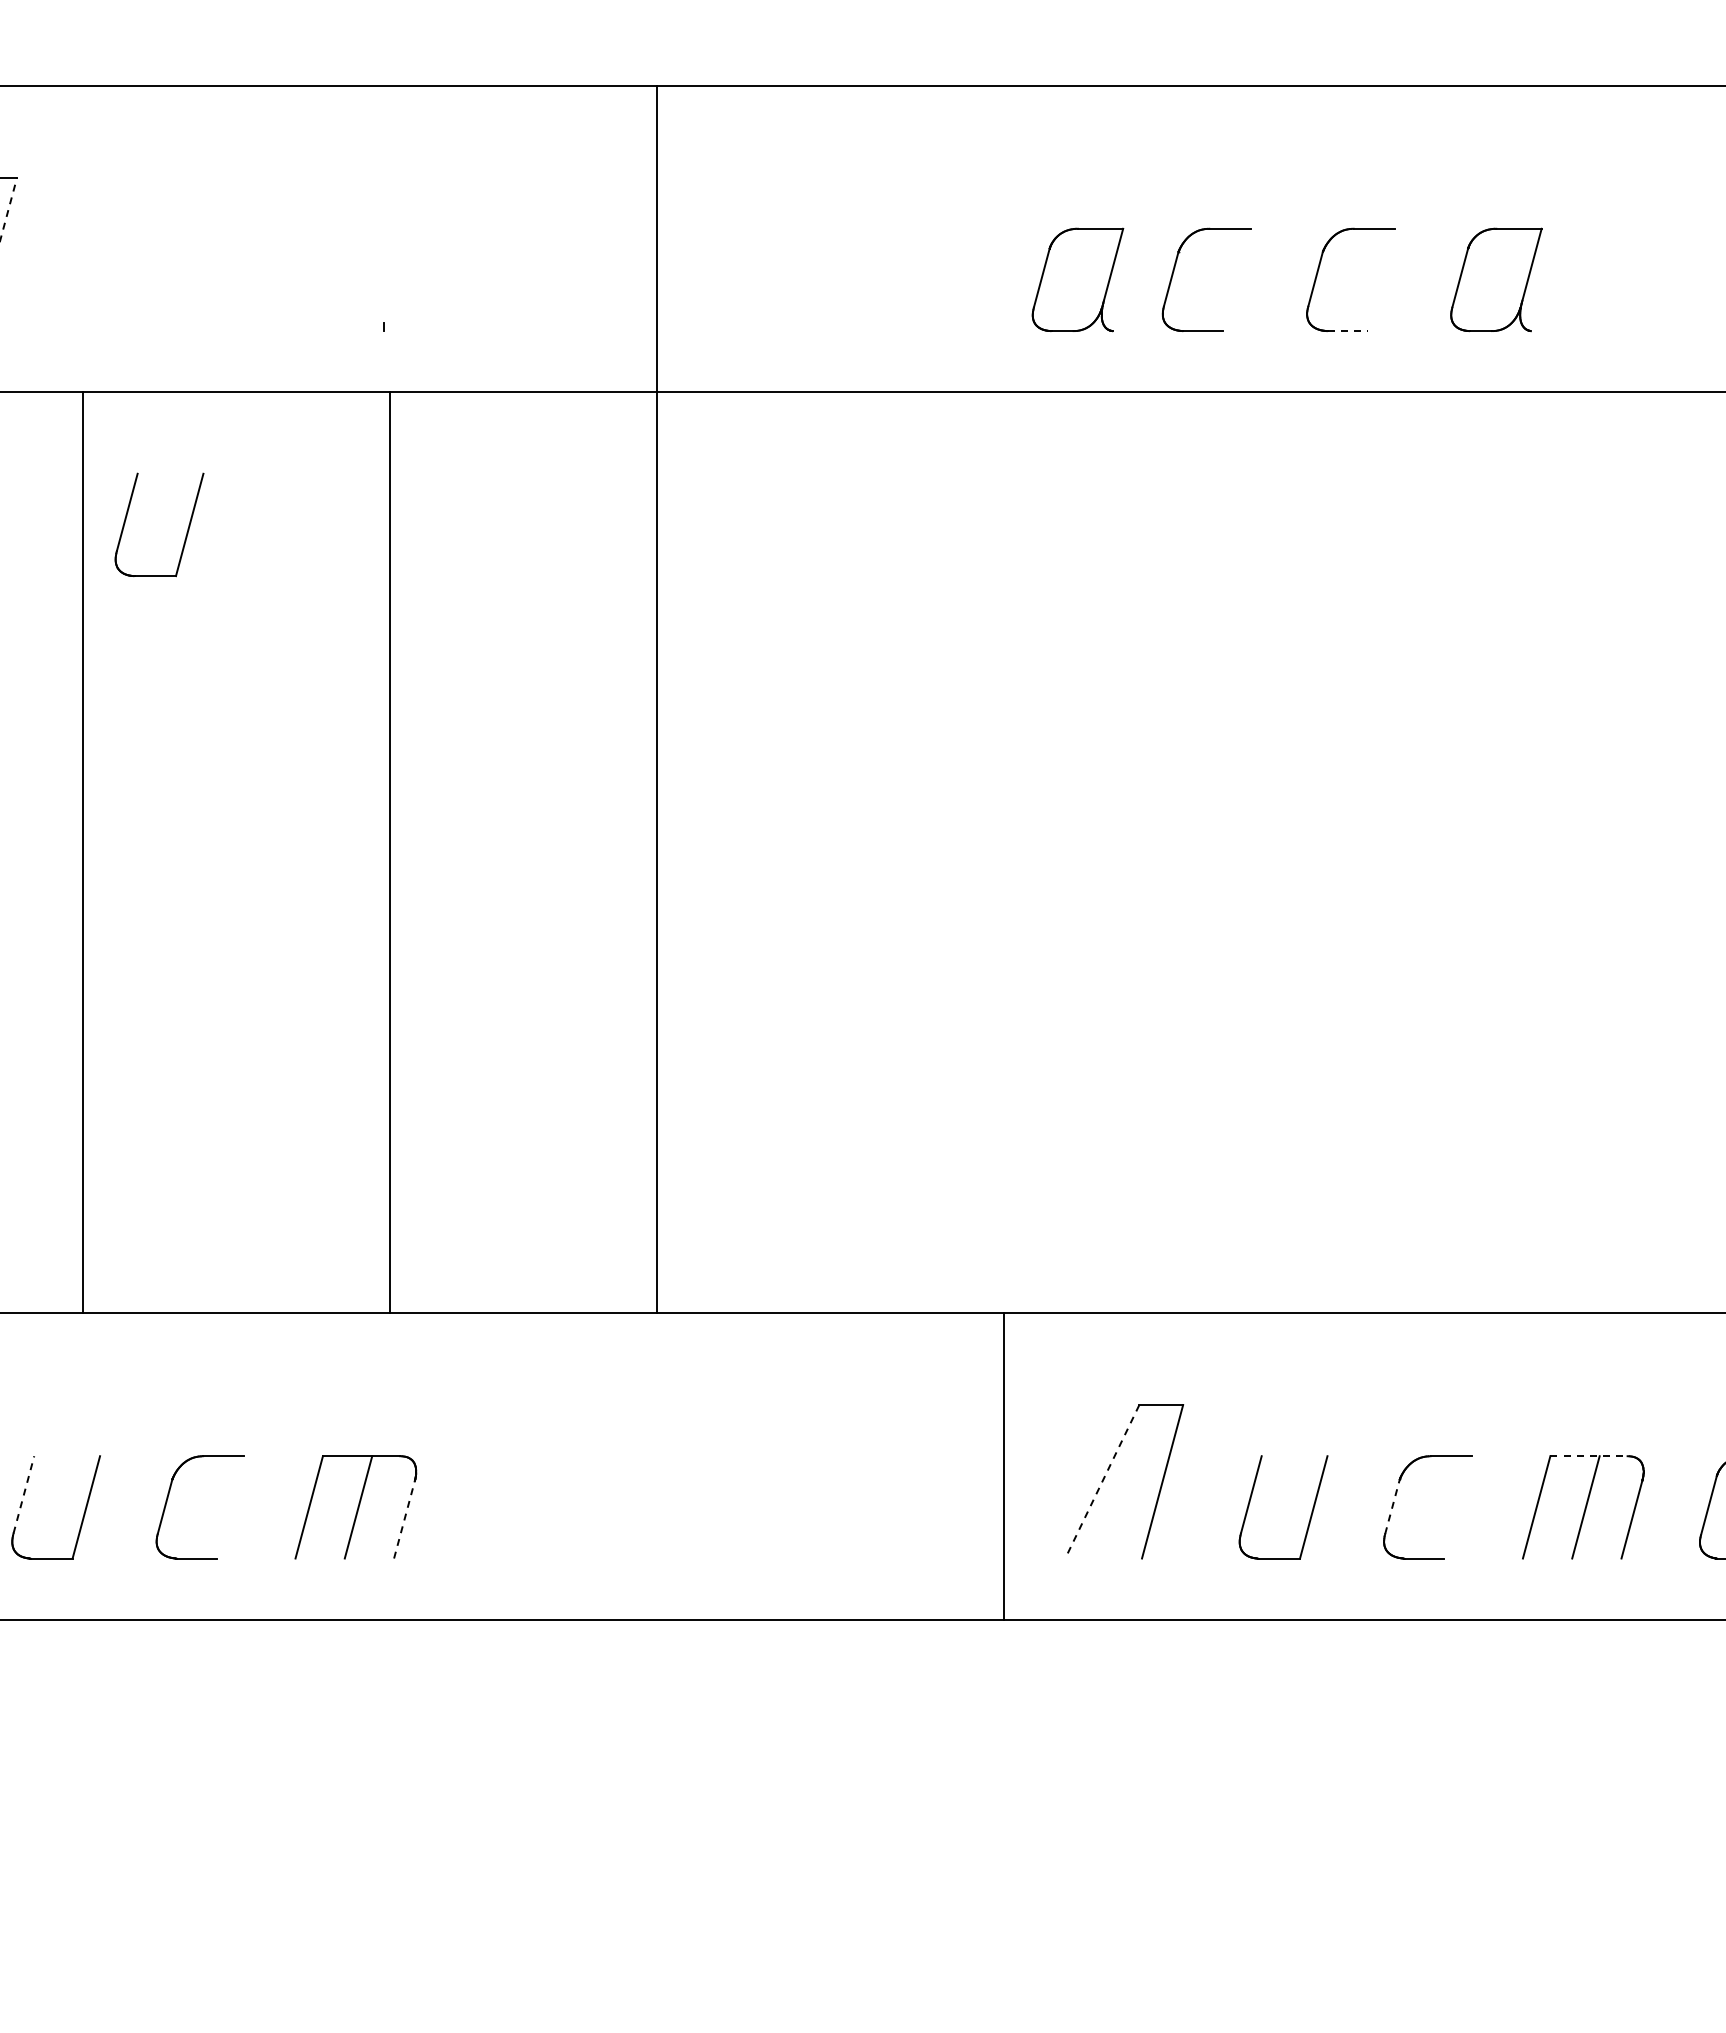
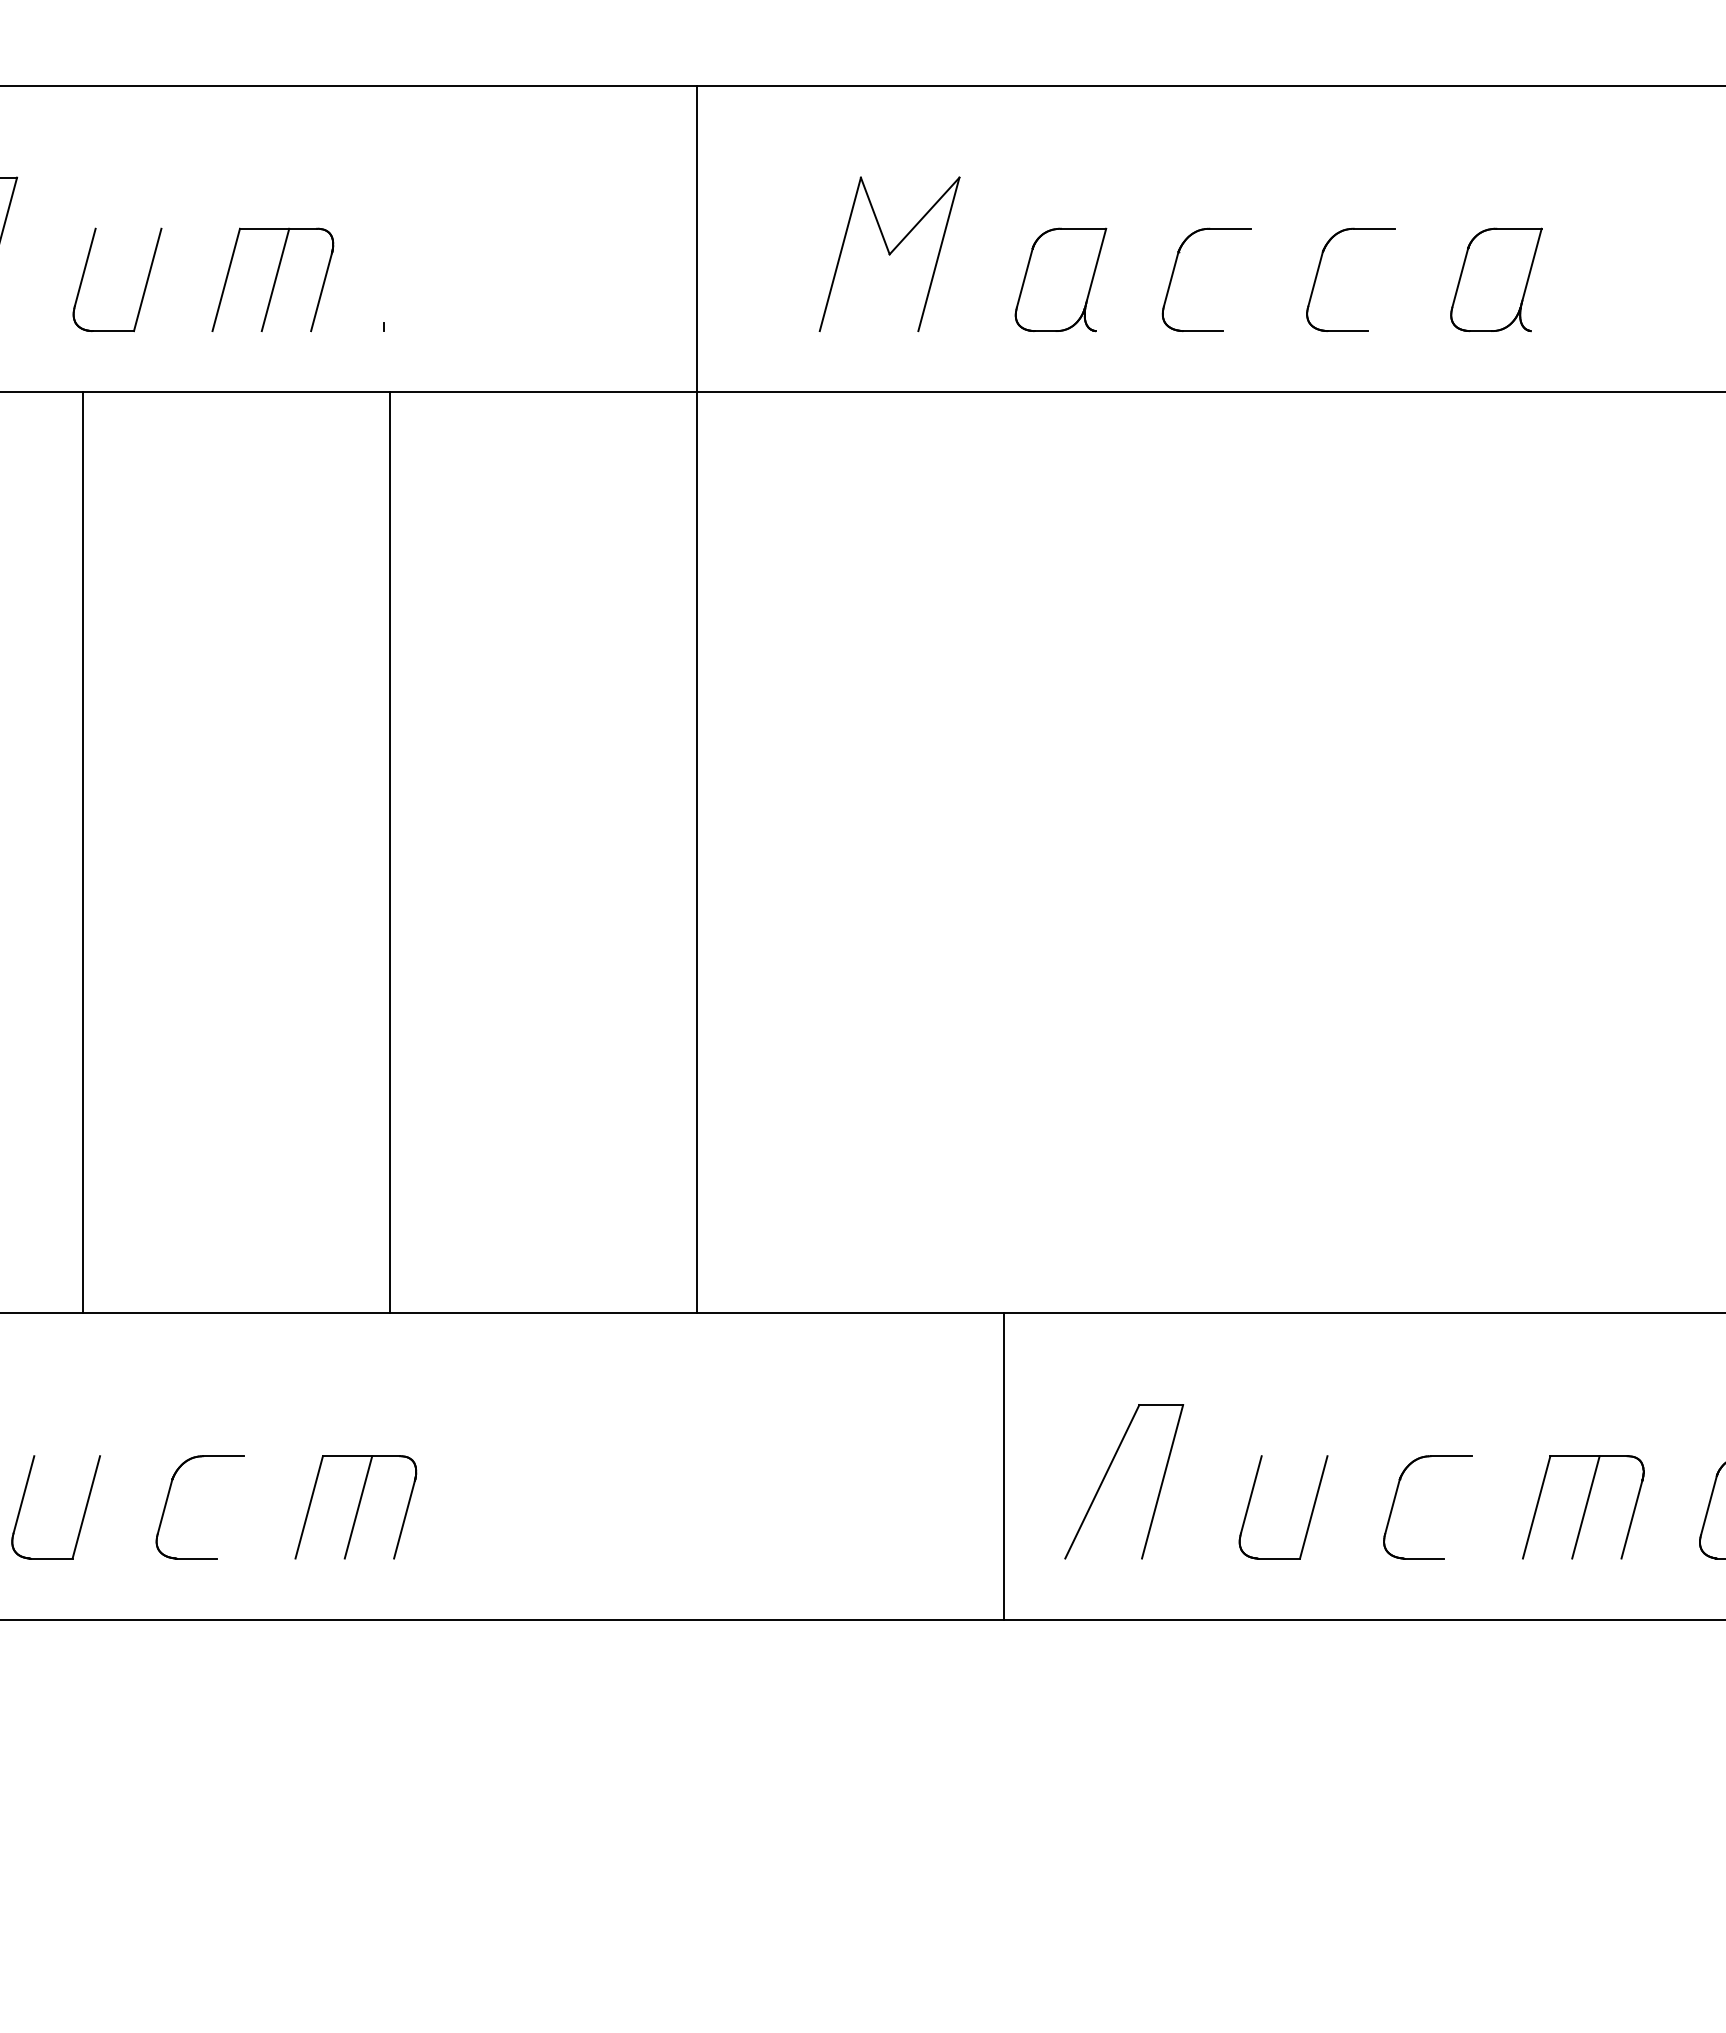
line at (8, 209): dashed -> solid
part at (889, 254): none -> present
part at (272, 279): none -> present
part at (1077, 279) position: (1077, 279) -> (1060, 279)
line at (1347, 331): dashed -> solid
part at (186, 532) position: (186, 532) -> (144, 287)
line at (657, 699) position: (657, 699) -> (697, 699)
line at (1588, 1456): dashed -> solid
line at (1102, 1482): dashed -> solid
line at (24, 1494): dashed -> solid
line at (1392, 1506): dashed -> solid
line at (404, 1519): dashed -> solid
